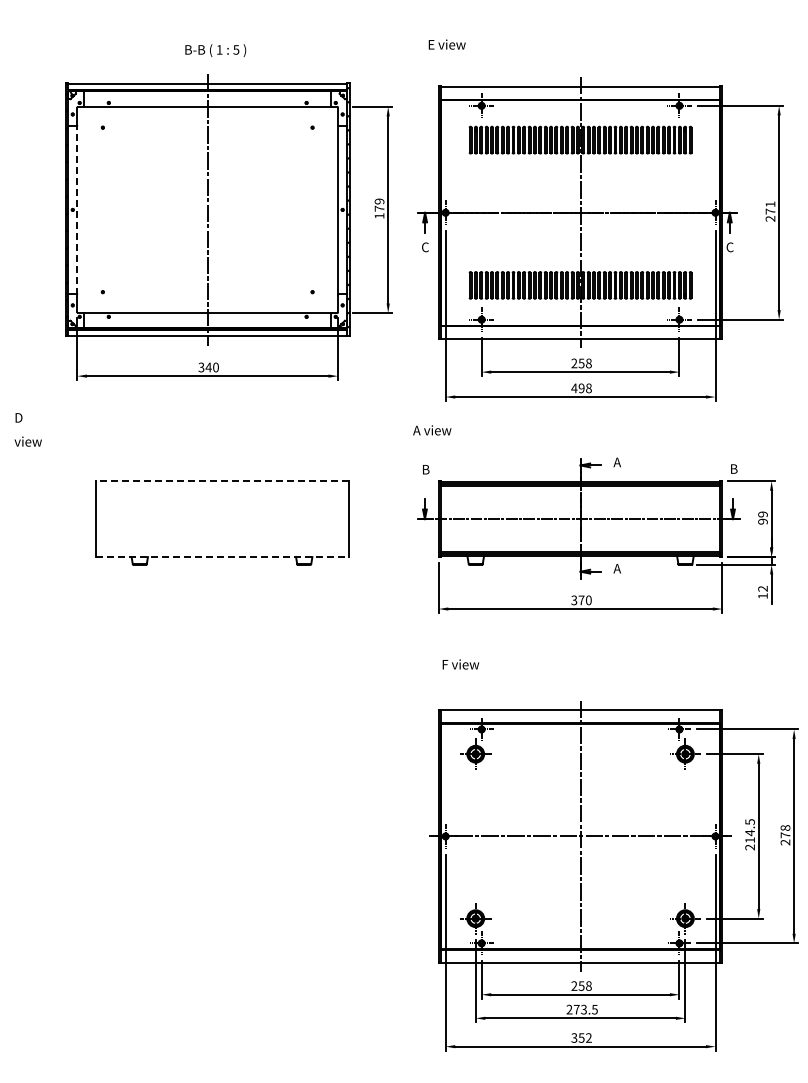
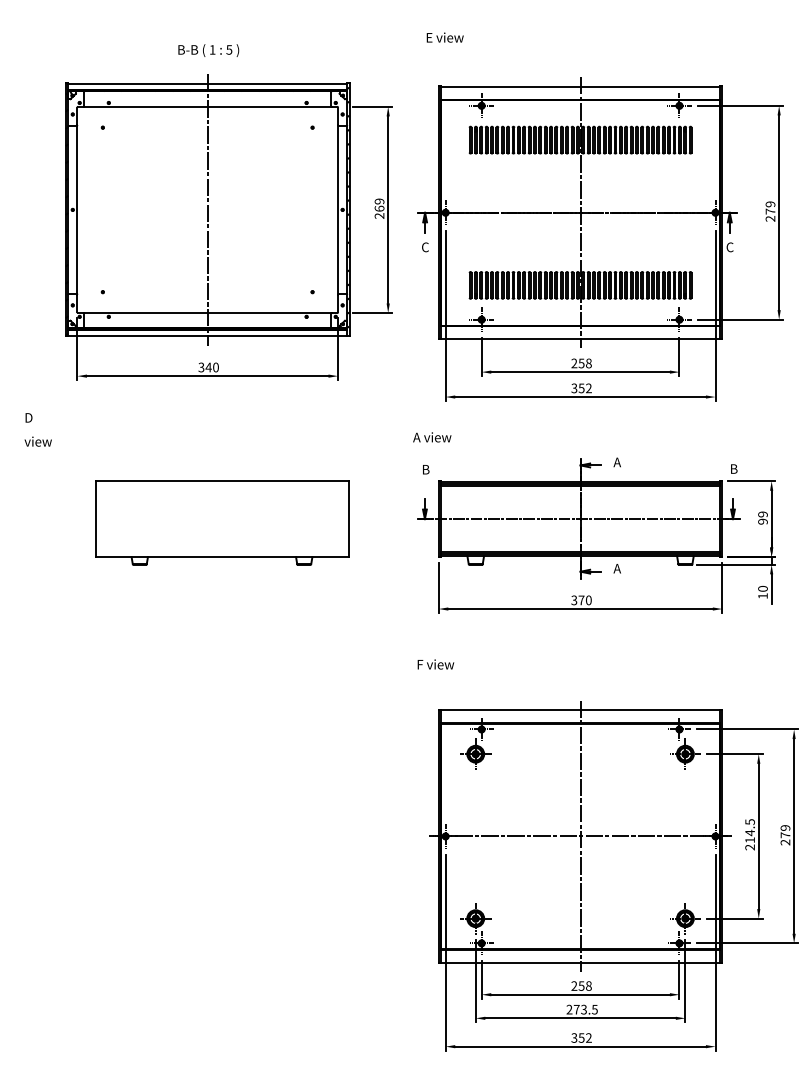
text at (446, 44) position: (446, 44) -> (444, 37)
text at (215, 50) position: (215, 50) -> (208, 50)
text at (770, 204): 271 -> 279
line at (77, 209): dashed -> solid
text at (379, 211): 179 -> 269
text at (581, 388): 498 -> 352
text at (27, 429) position: (27, 429) -> (37, 429)
text at (432, 430) position: (432, 430) -> (432, 437)
line at (221, 481): dashed -> solid
line at (222, 557): dashed -> solid
text at (762, 588): 12 -> 10
text at (460, 664) position: (460, 664) -> (435, 664)
text at (785, 827): 278 -> 279
